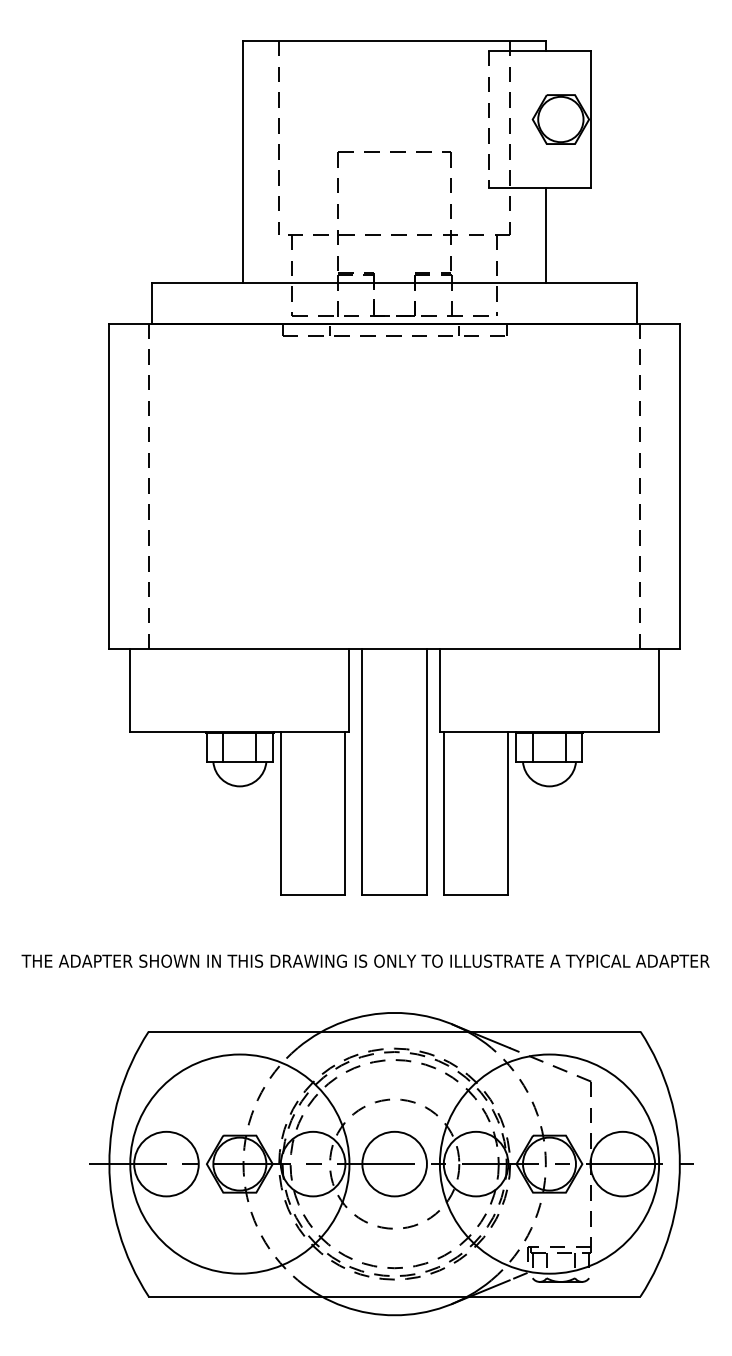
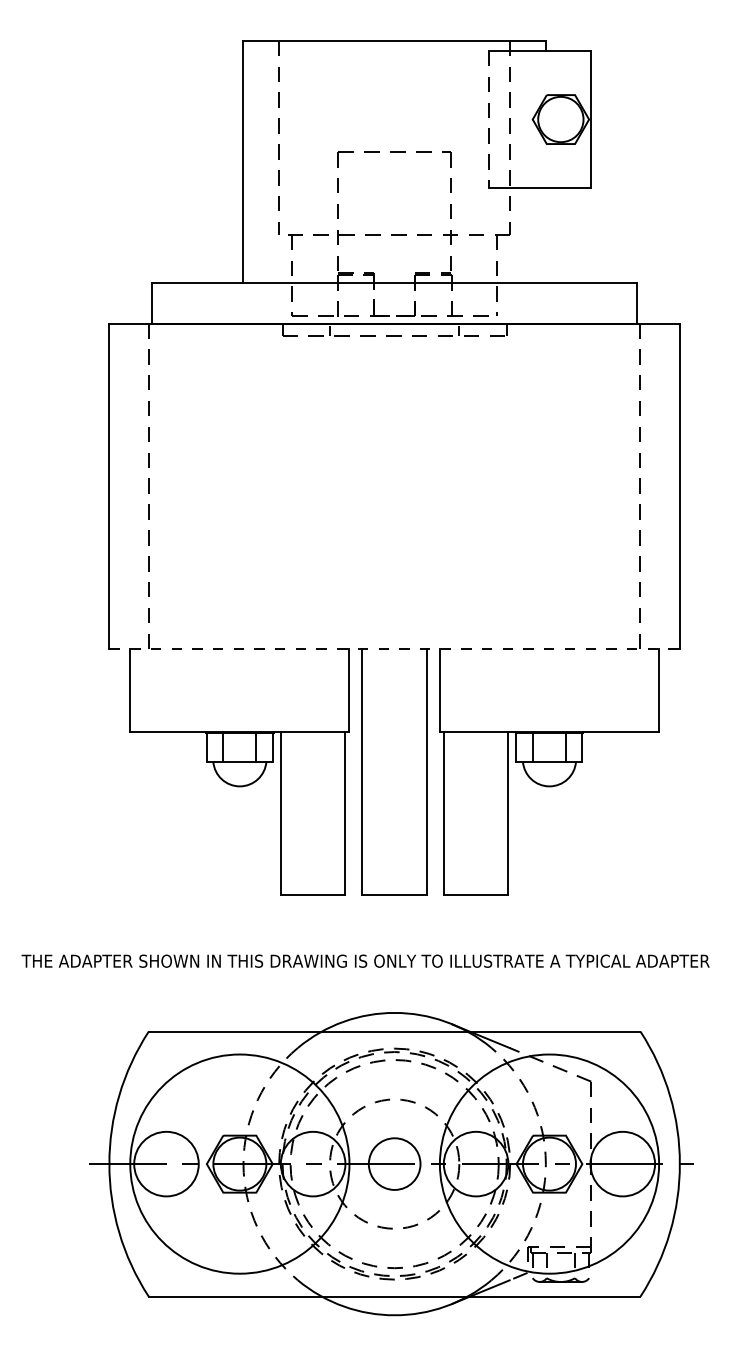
line at (545, 235): present -> none
line at (395, 649): solid -> dashed
circle at (394, 1163) diameter: 65 px -> 52 px
